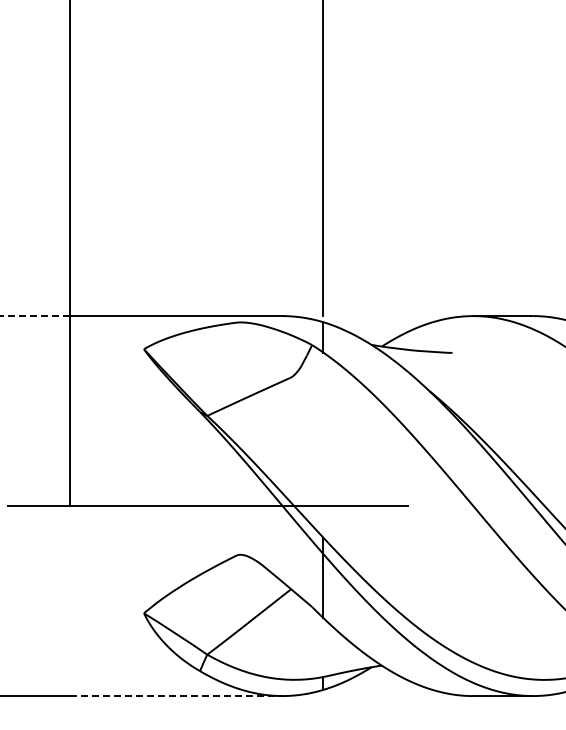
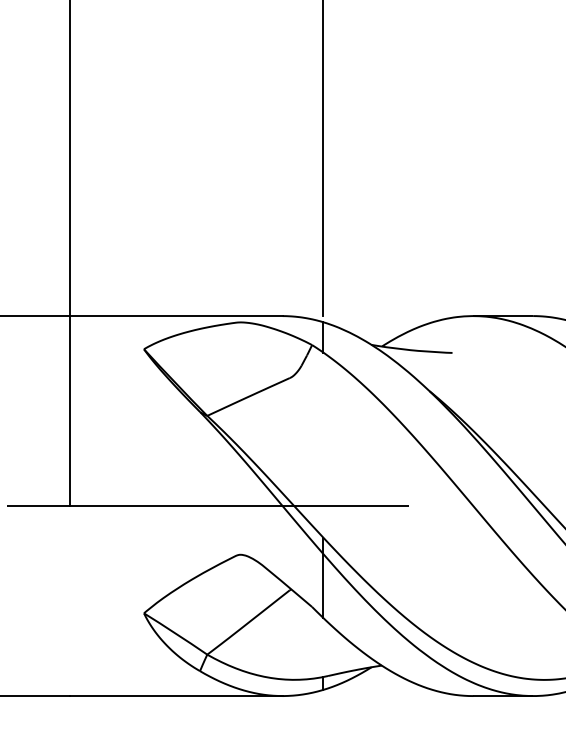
line at (35, 316): dashed -> solid
line at (176, 696): dashed -> solid
